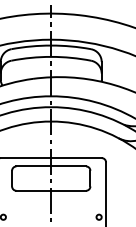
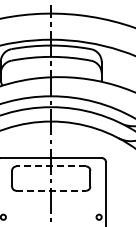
line at (51, 166): solid -> dashed
line at (51, 190): solid -> dashed
